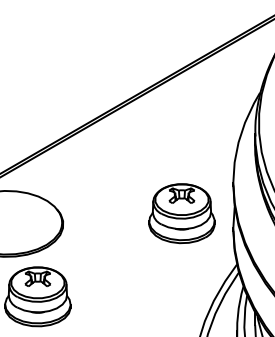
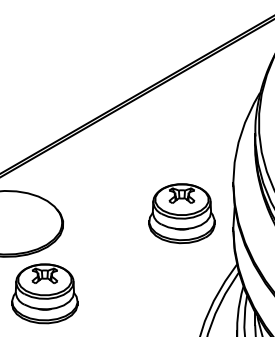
part at (37, 296) position: (37, 296) -> (44, 293)
